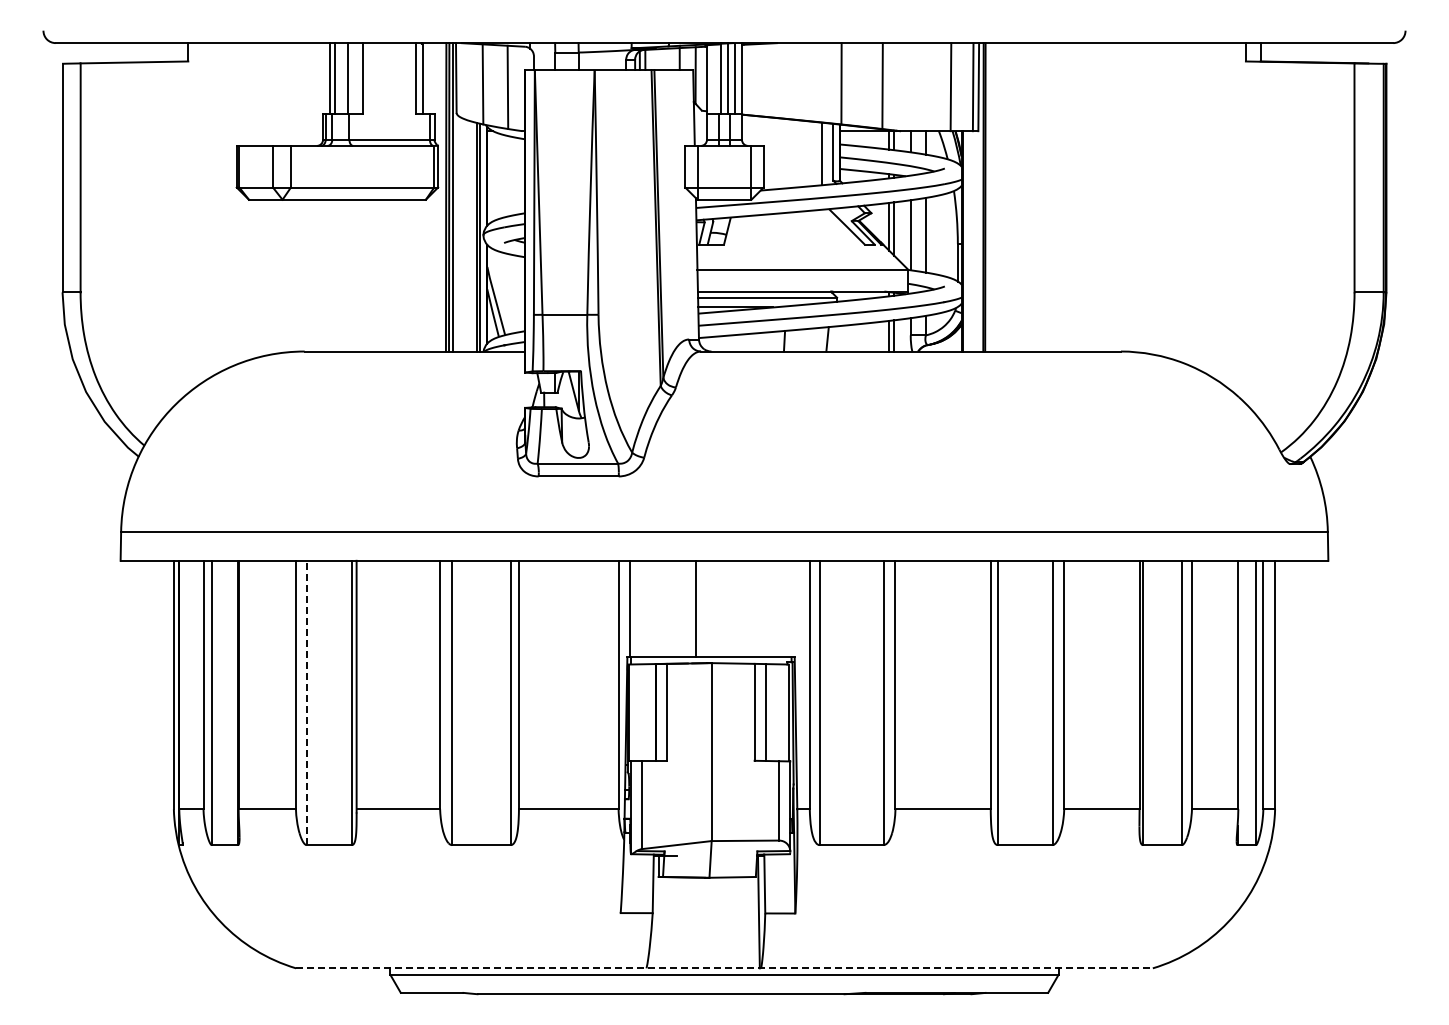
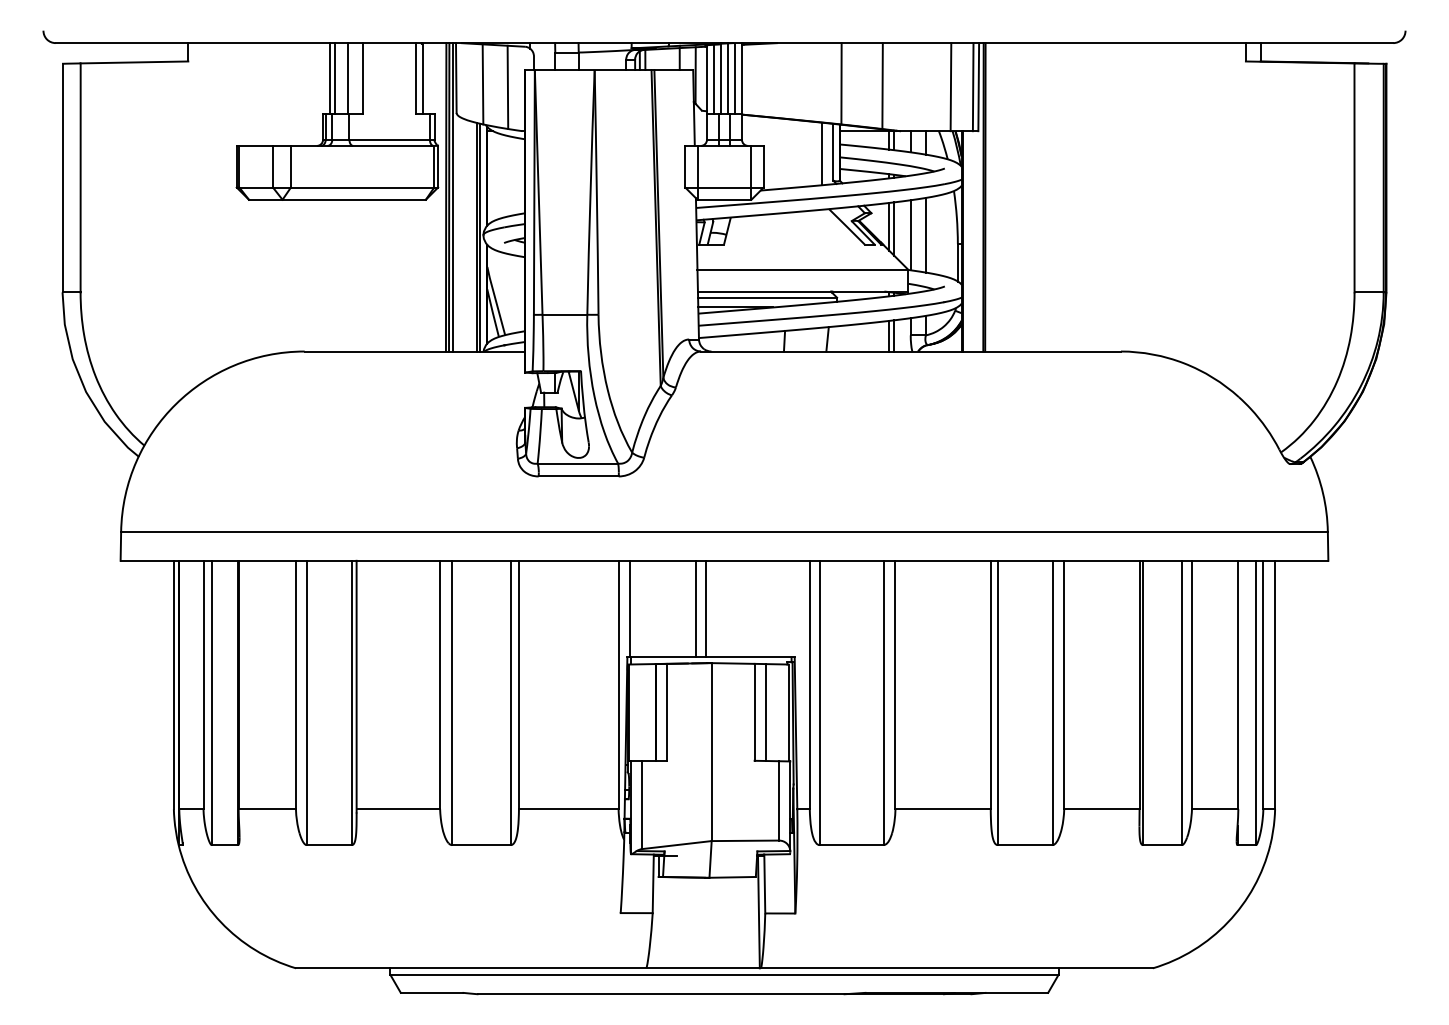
line at (714, 79): none -> present
line at (706, 608): none -> present
line at (306, 702): dashed -> solid
line at (724, 968): dashed -> solid
